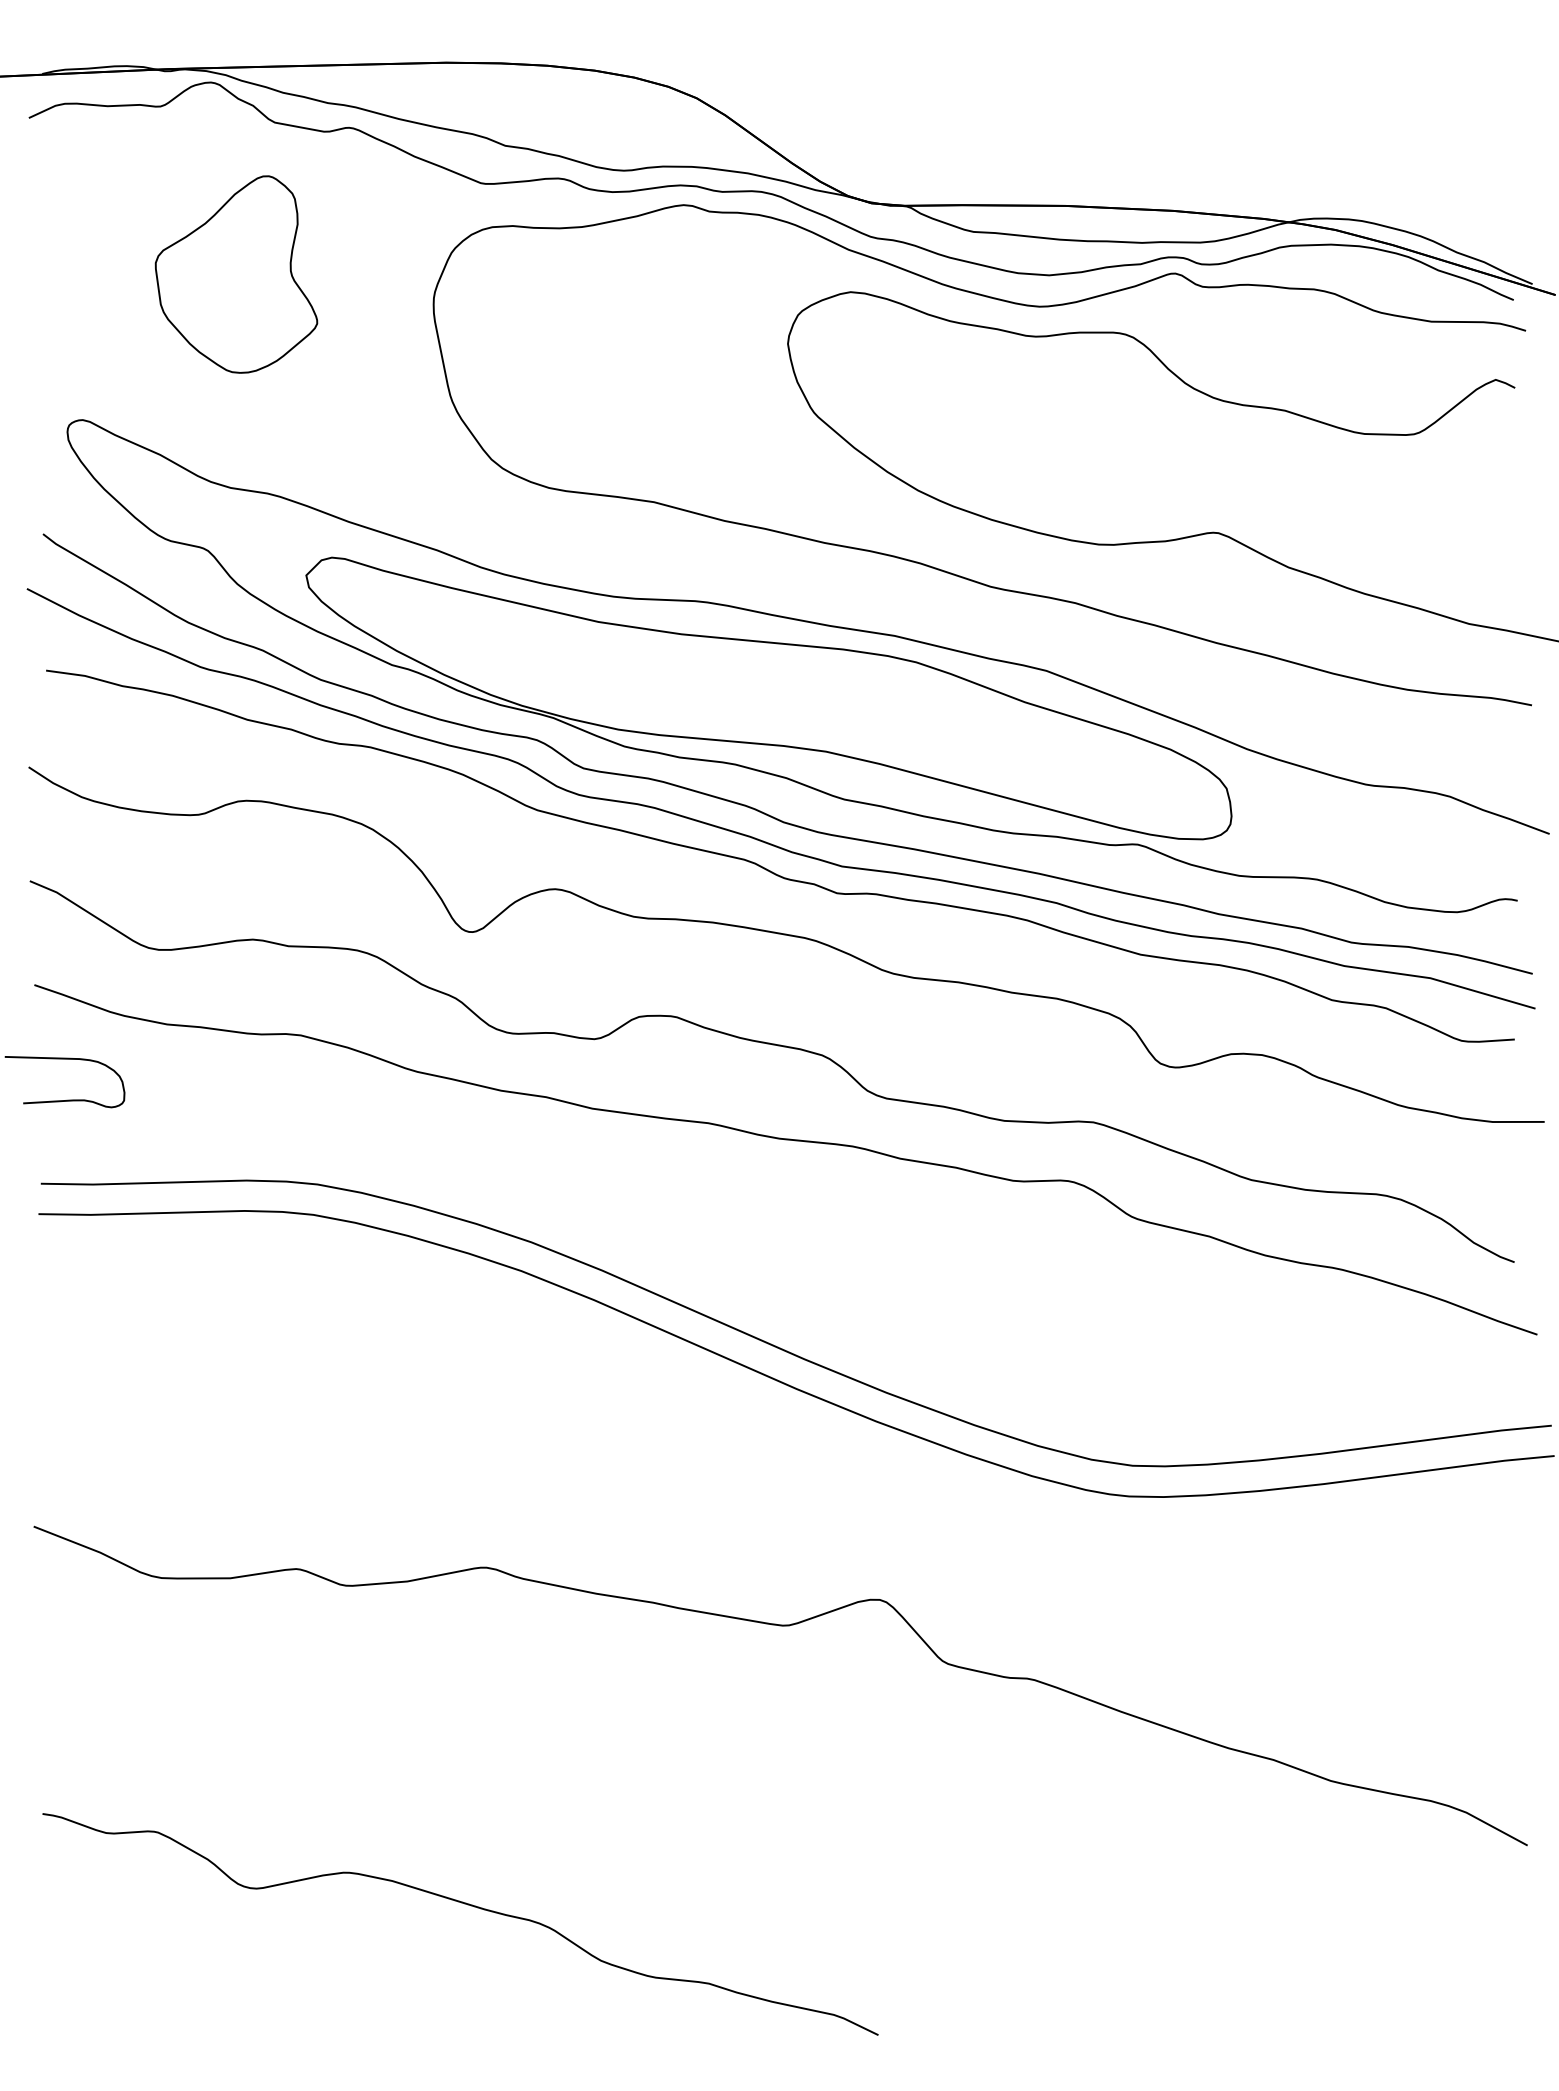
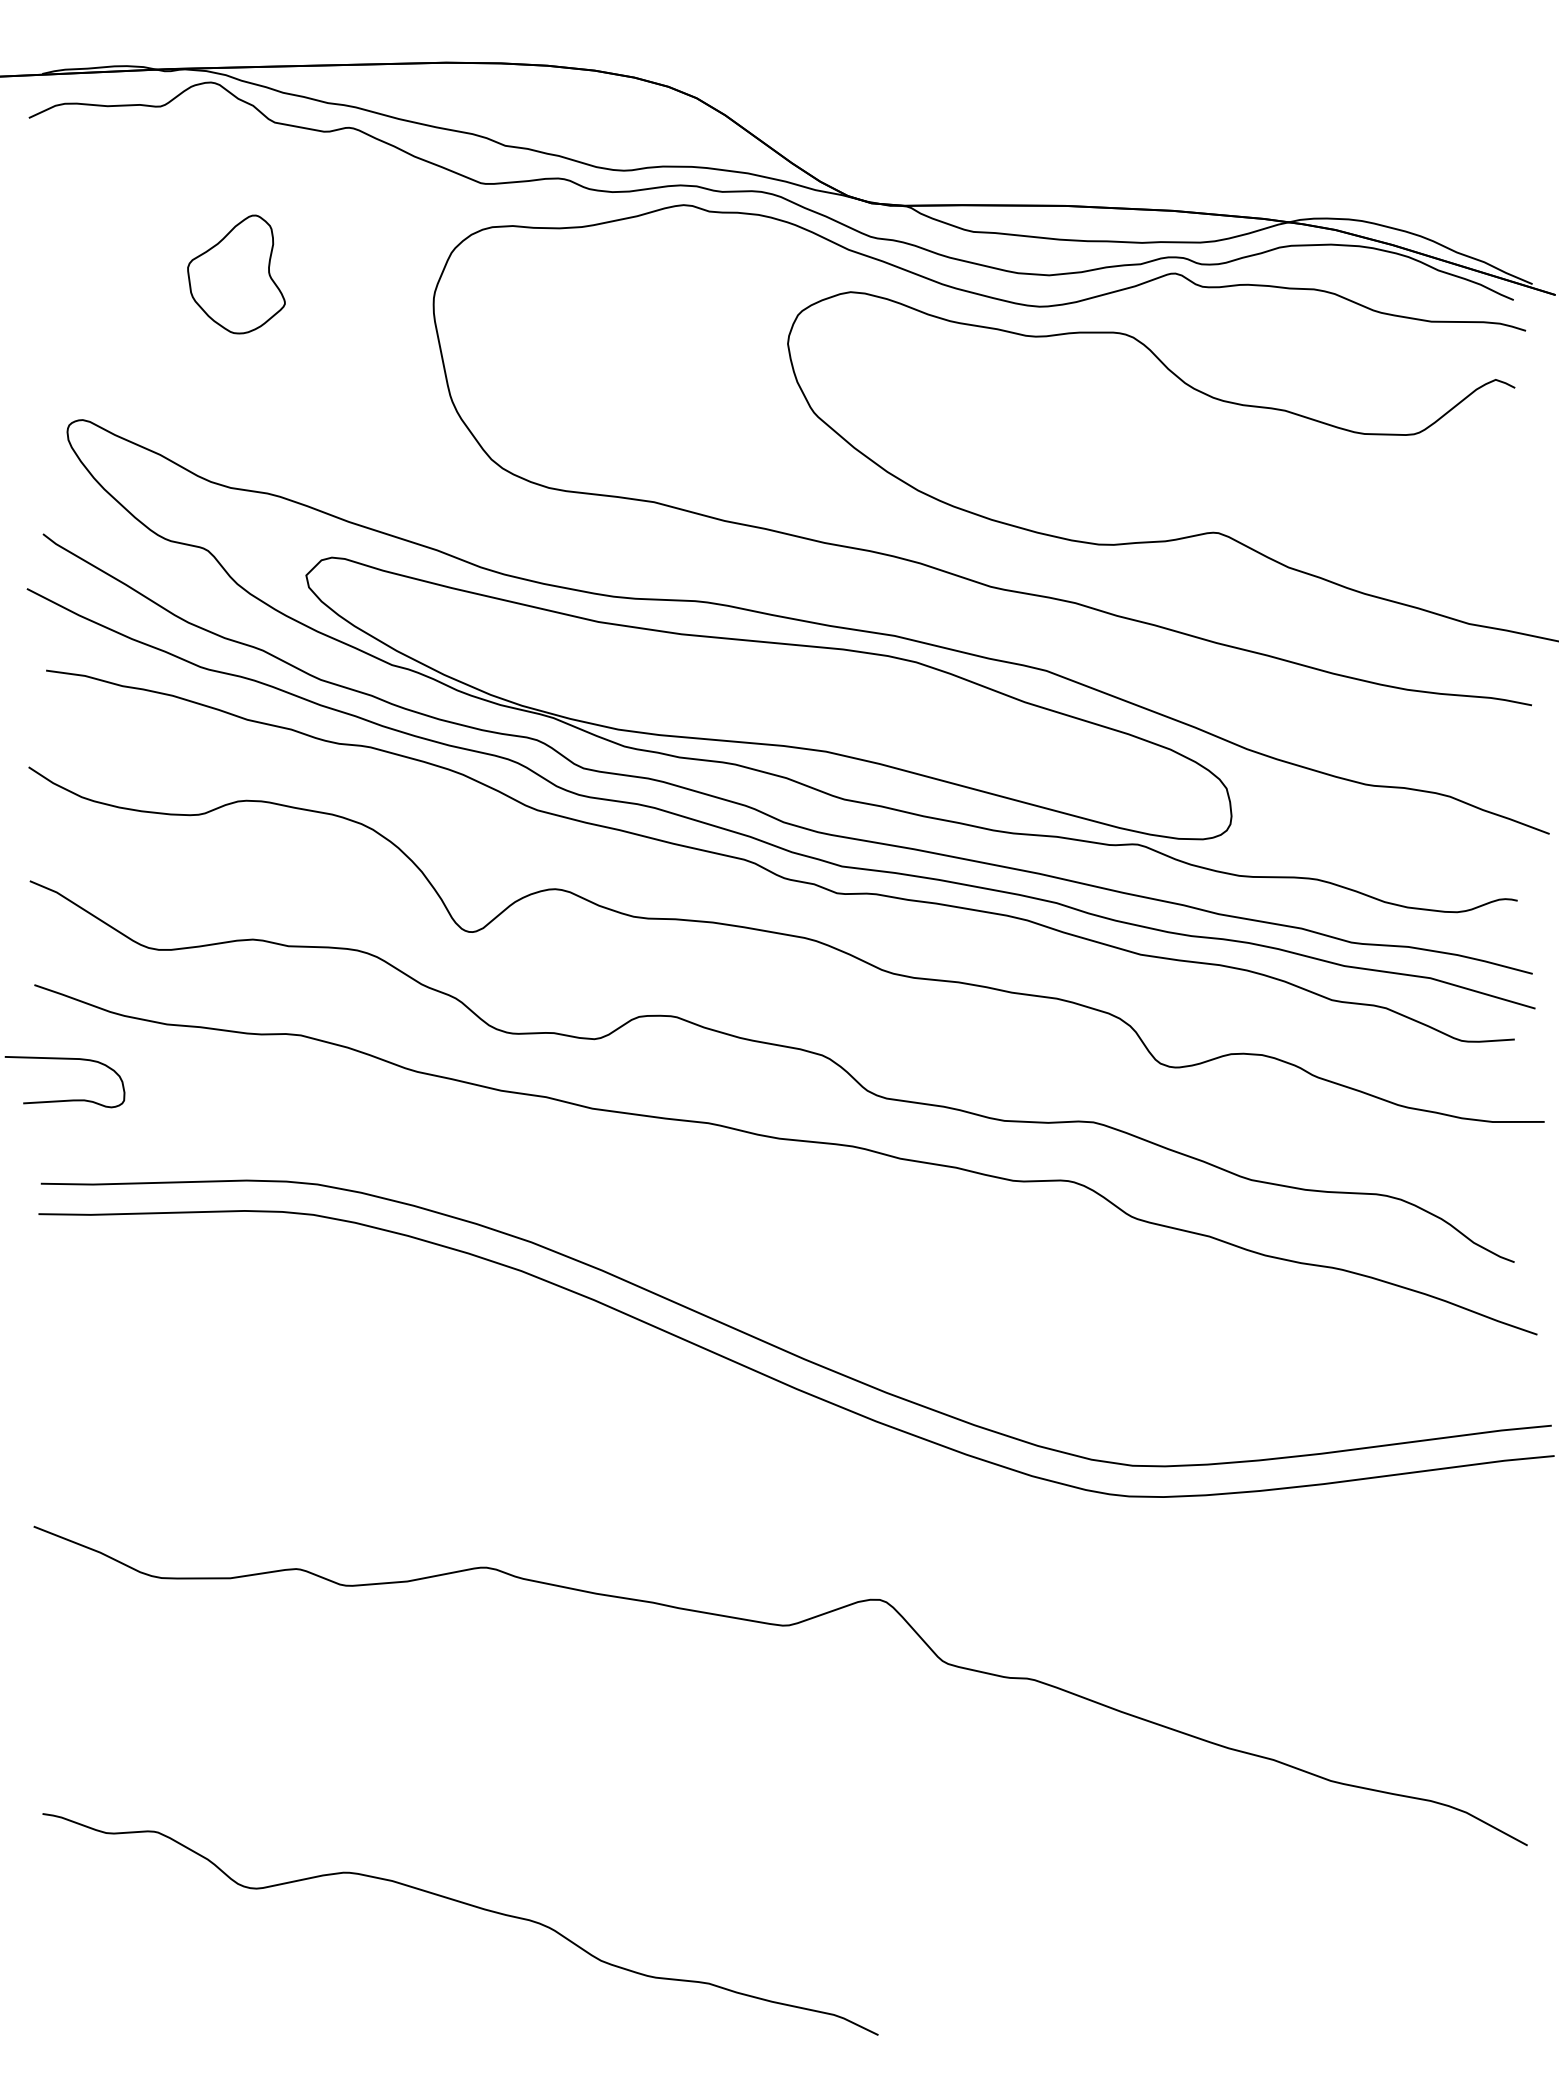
part at (236, 274) size: 165x199 px -> 99x121 px
